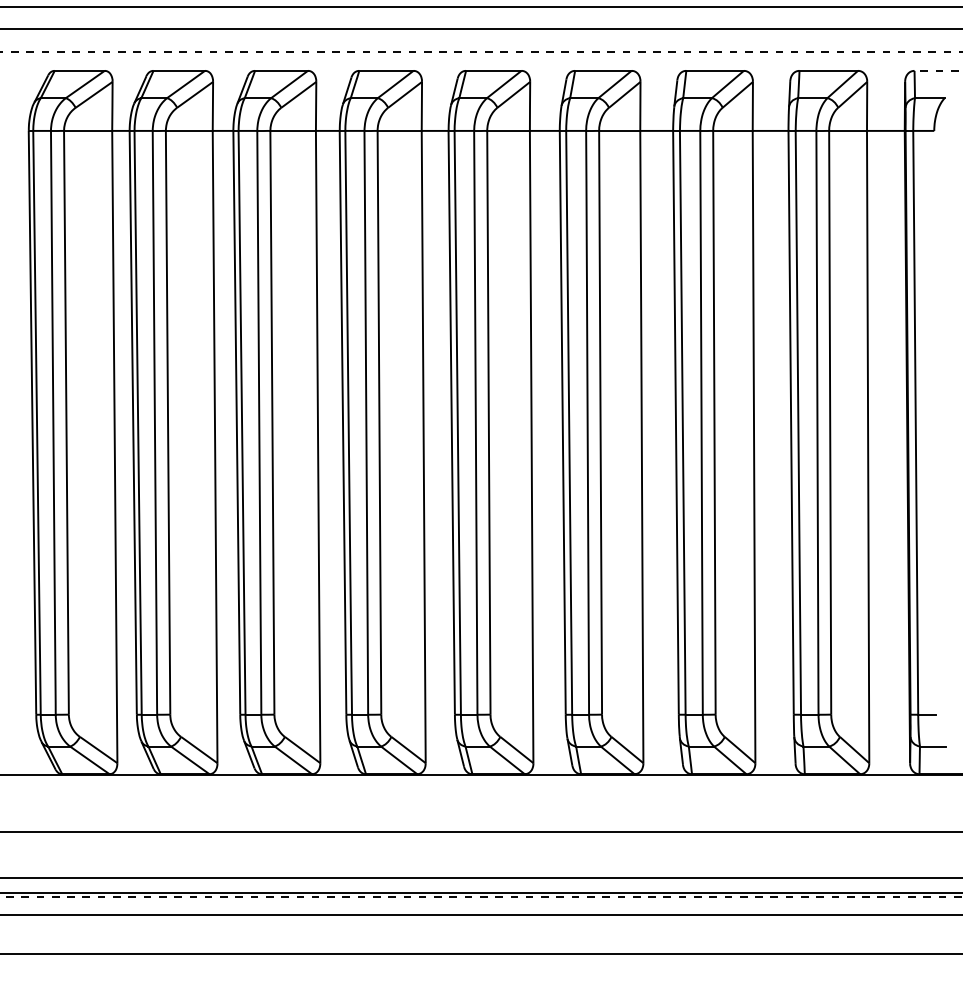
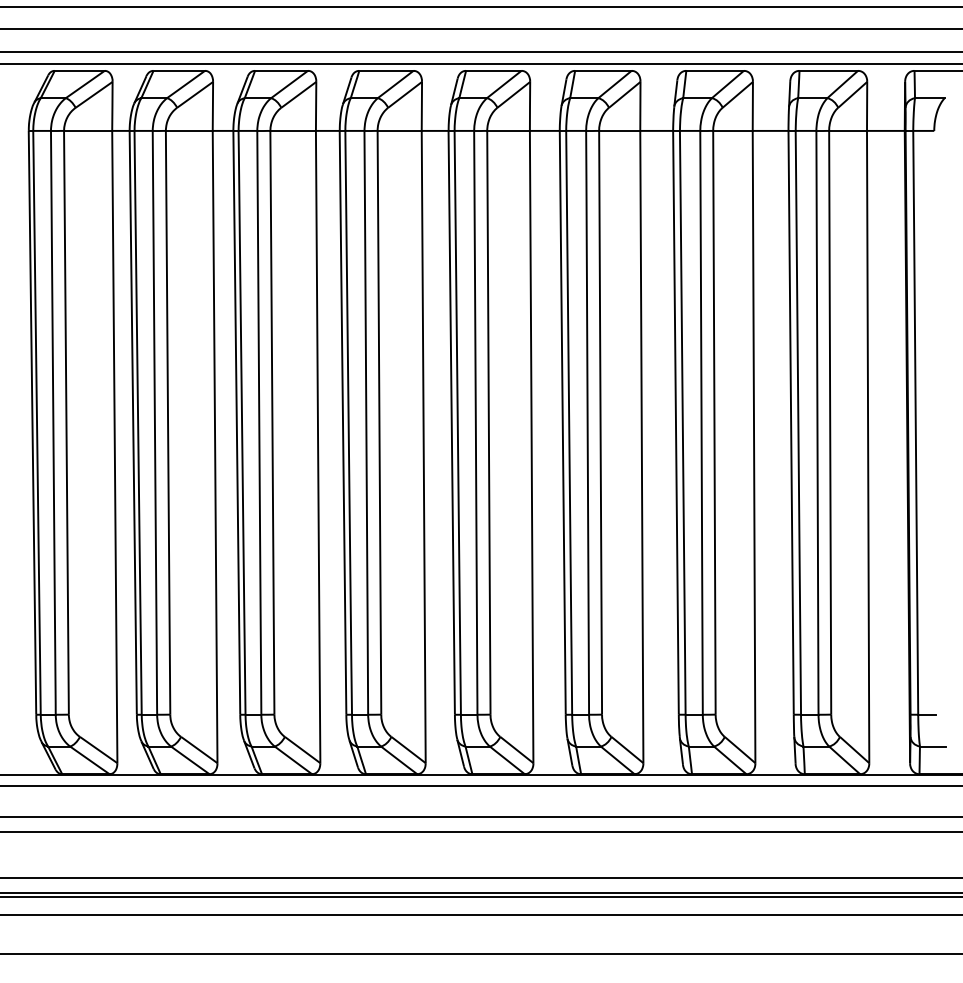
line at (481, 52): dashed -> solid
line at (480, 63): none -> present
line at (938, 70): dashed -> solid
line at (480, 786): none -> present
line at (480, 816): none -> present
line at (481, 897): dashed -> solid
